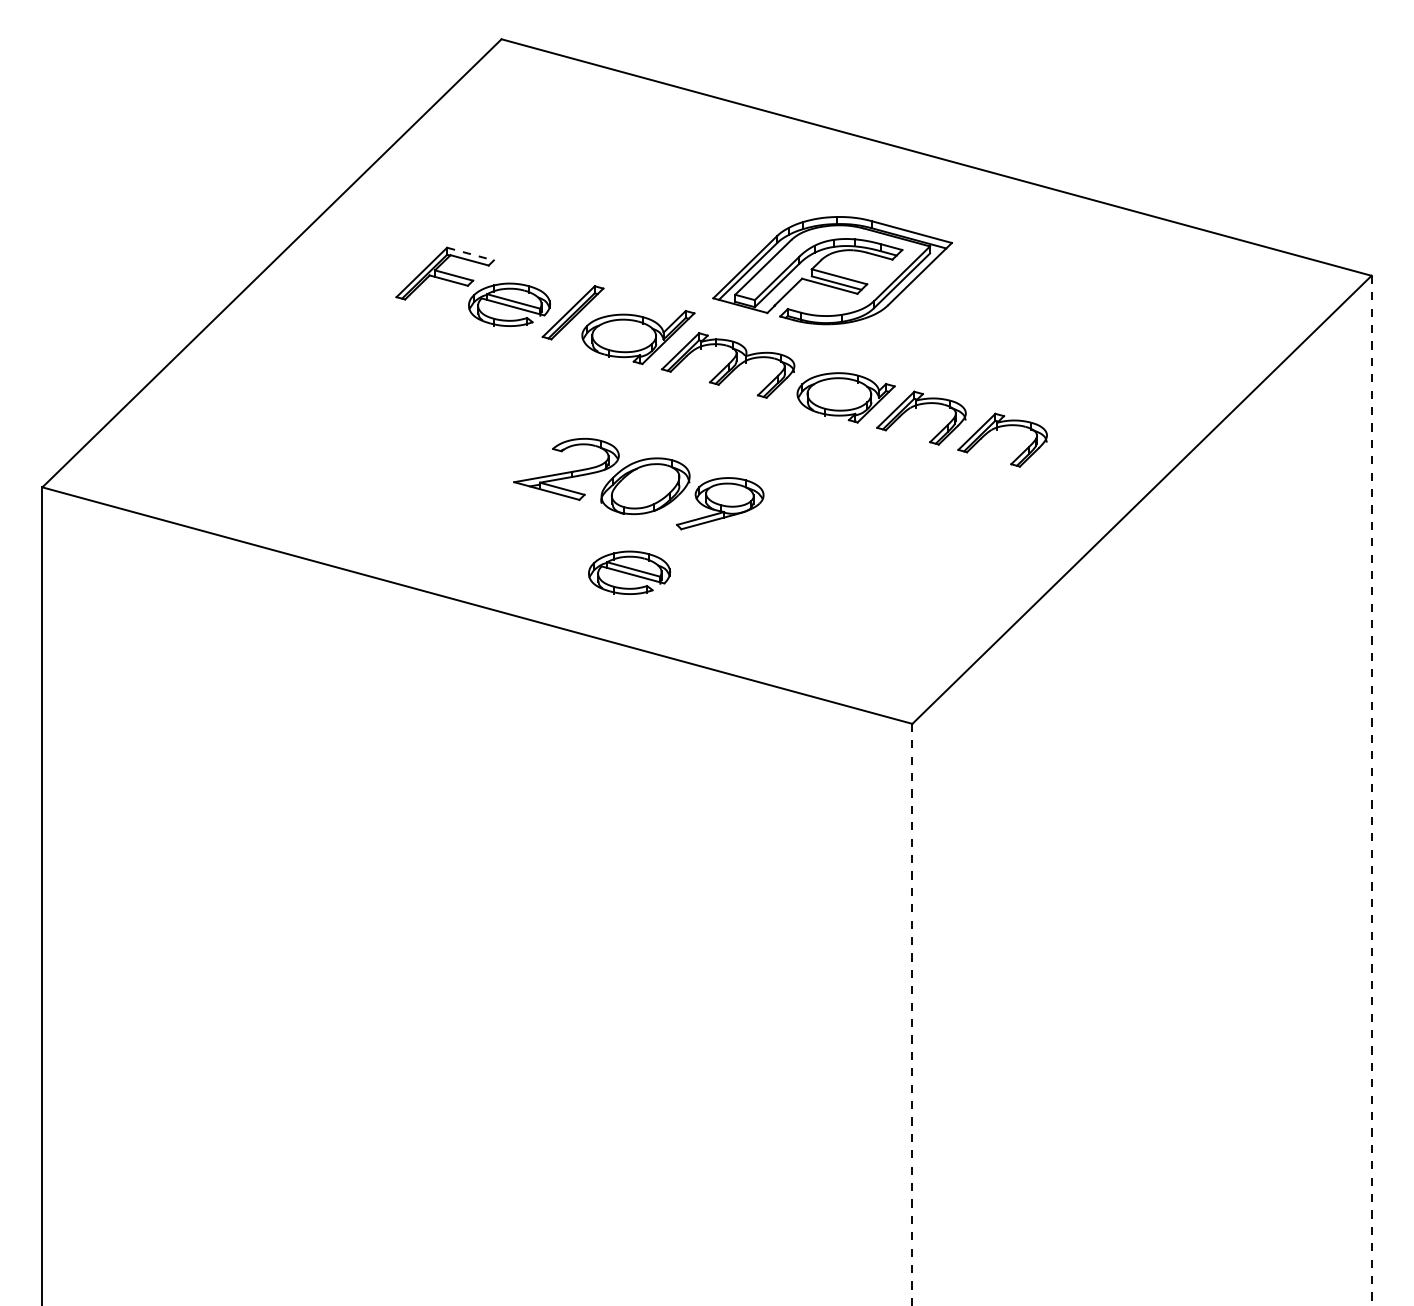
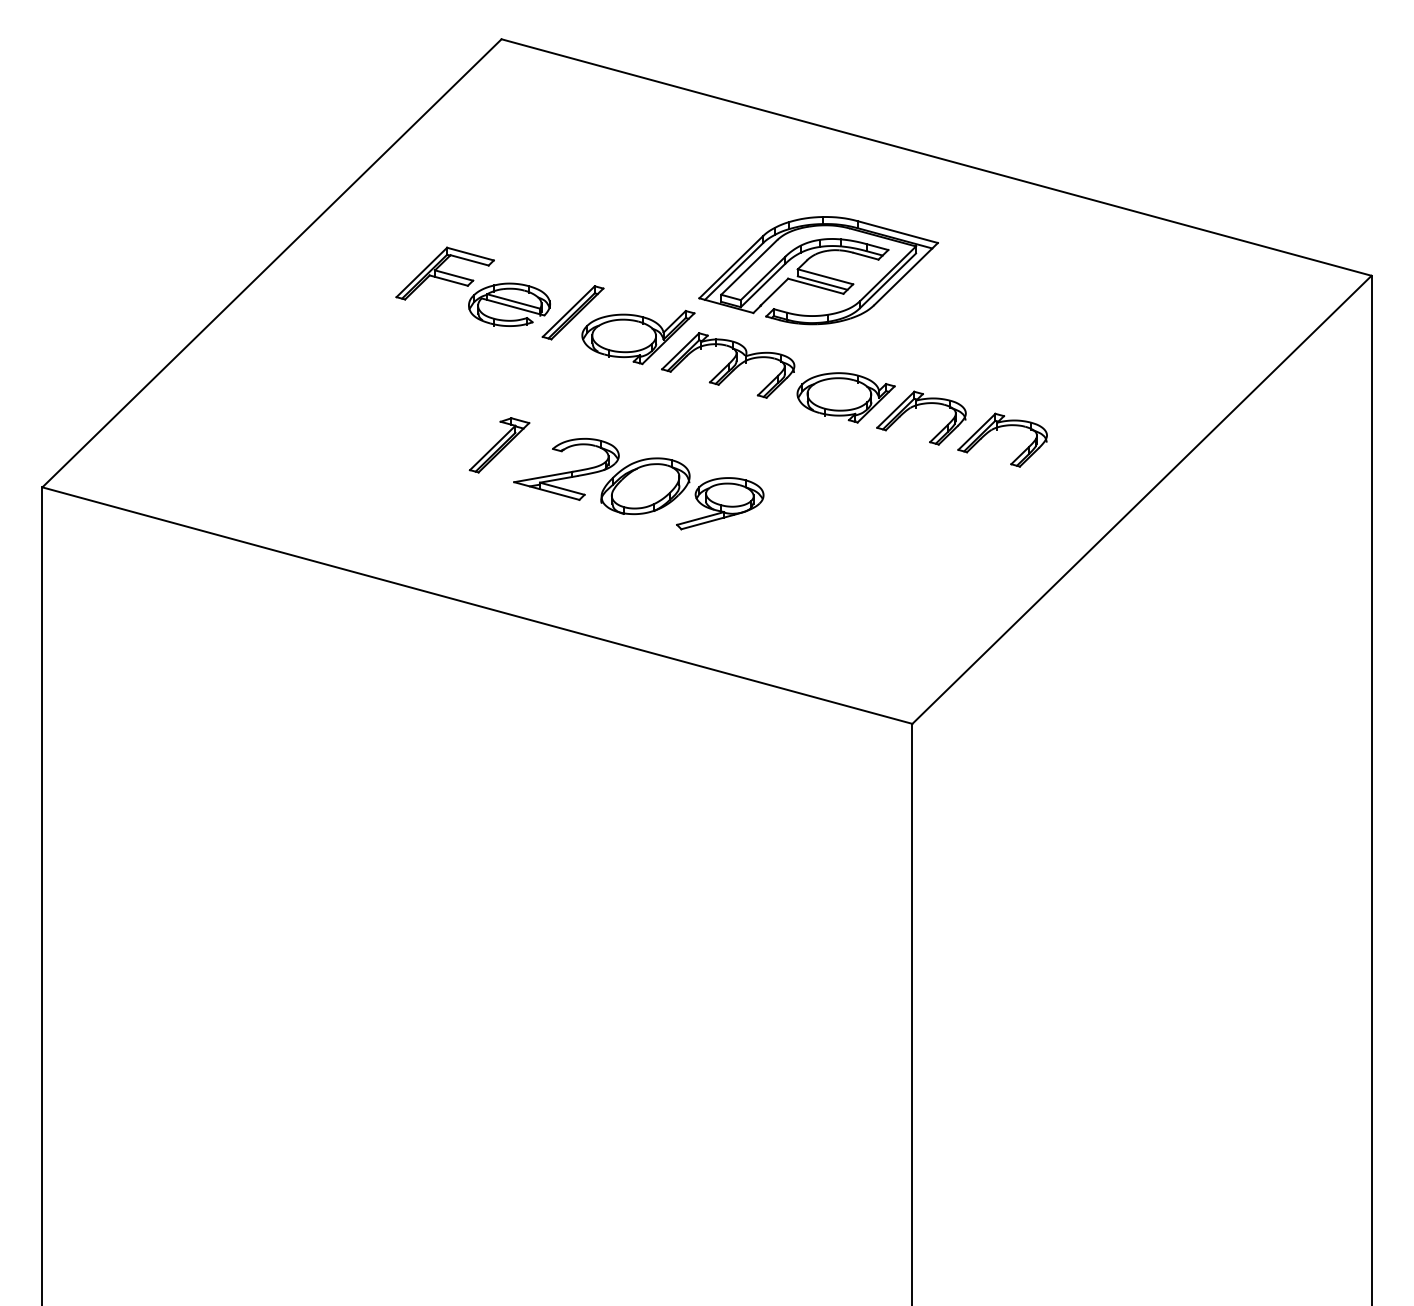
line at (470, 254): dashed -> solid
part at (832, 270) position: (832, 270) -> (818, 270)
part at (499, 445): none -> present
part at (629, 572): present -> none
line at (1371, 790): dashed -> solid
line at (912, 1014): dashed -> solid
